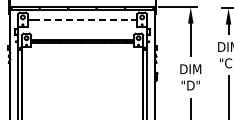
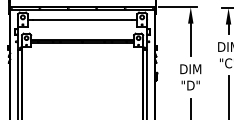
line at (82, 19): dashed -> solid
